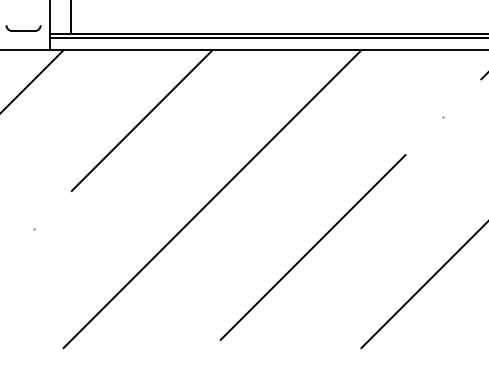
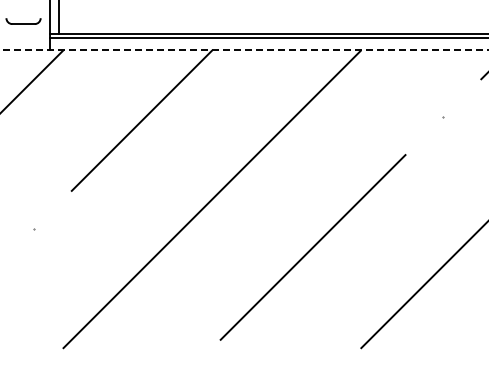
line at (70, 17) position: (70, 17) -> (58, 17)
part at (23, 28) position: (23, 28) -> (23, 21)
line at (244, 50): solid -> dashed
